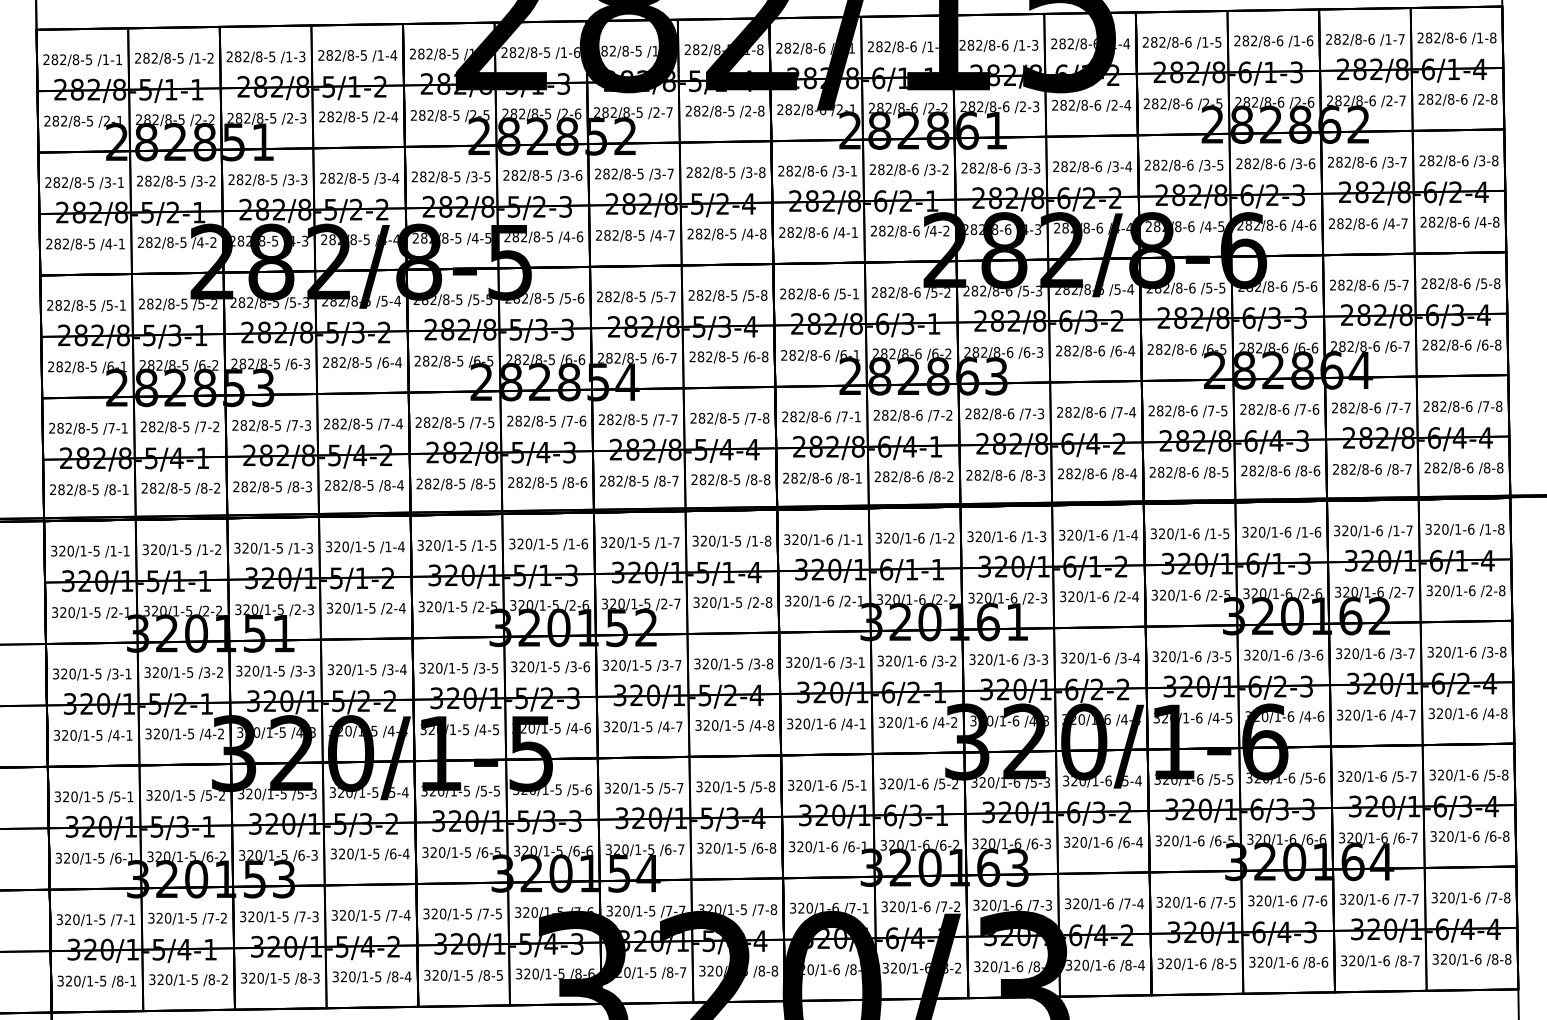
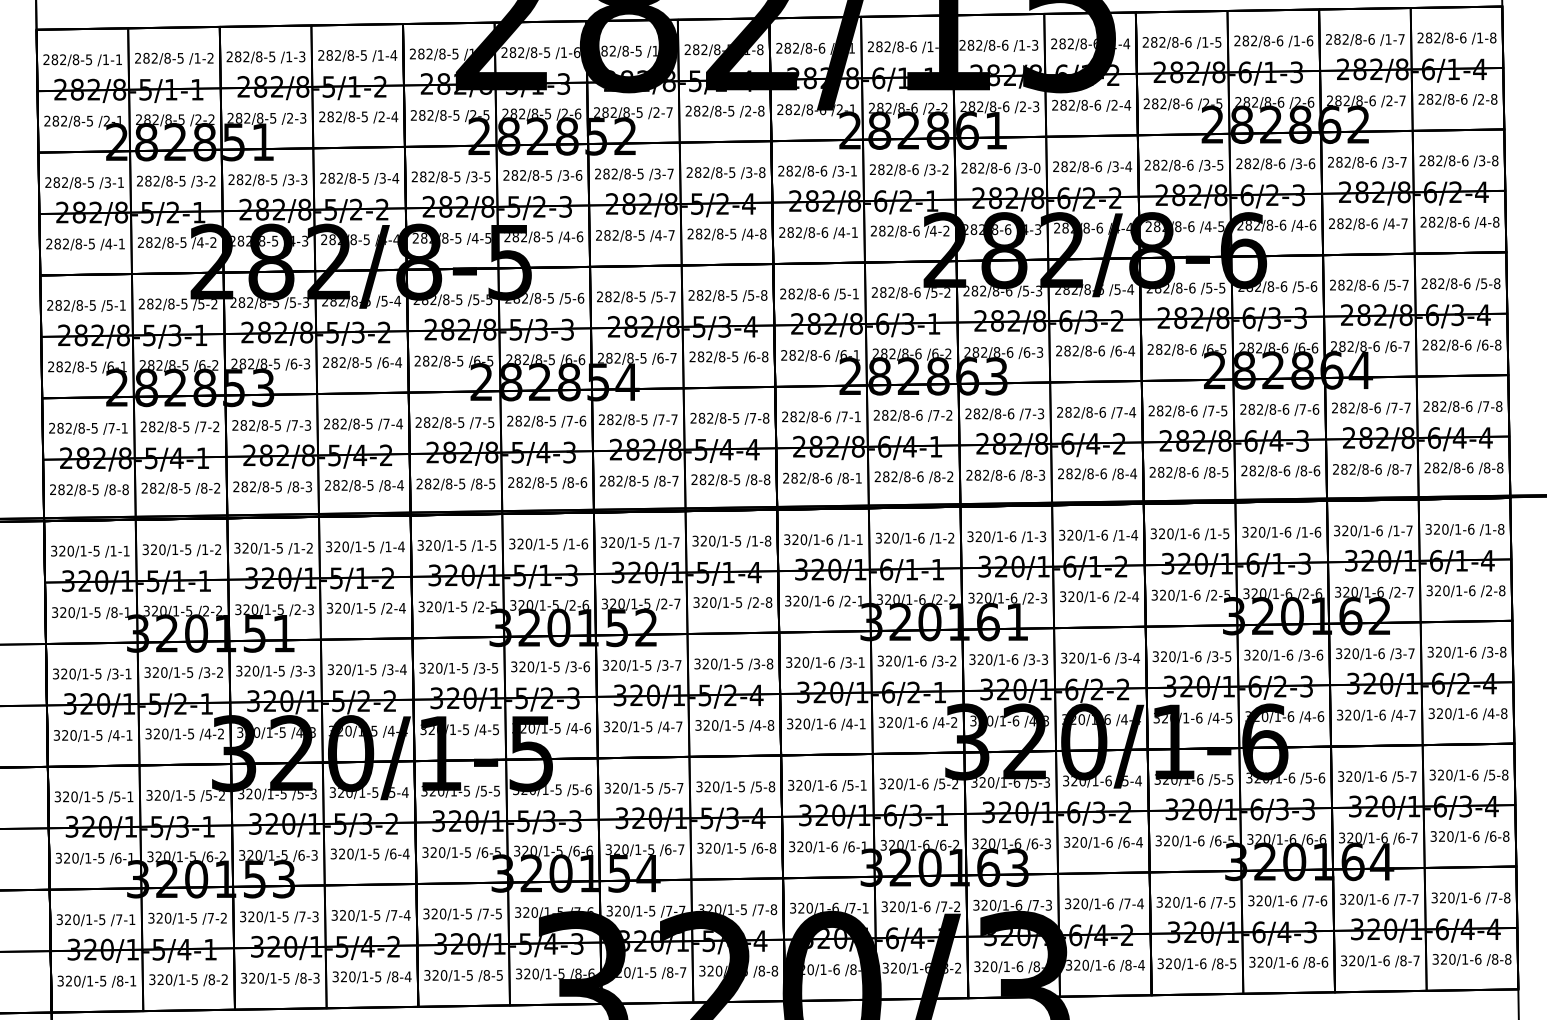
text at (1036, 167): /3-3 -> /3-0
text at (125, 489): /8-1 -> /8-8
text at (309, 548): /1-3 -> /1-2
text at (114, 612): /2-1 -> /8-1
